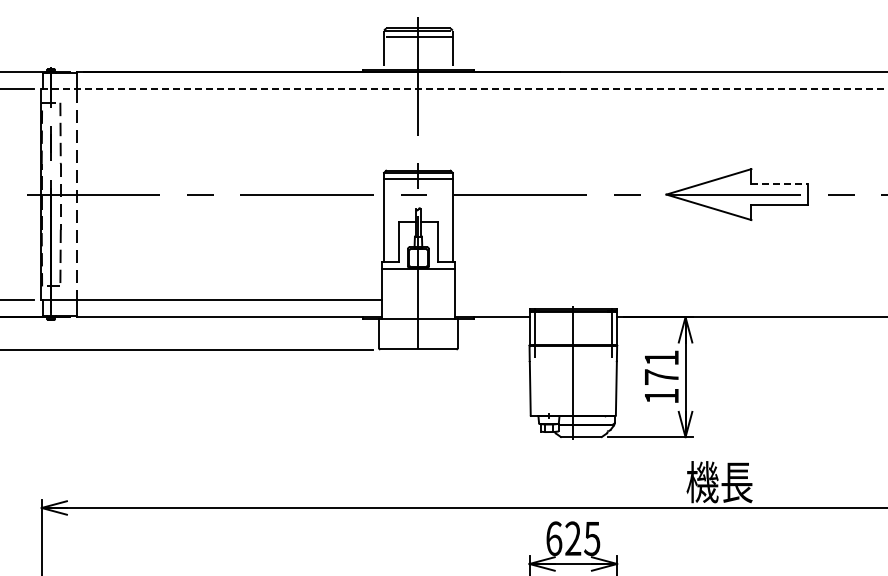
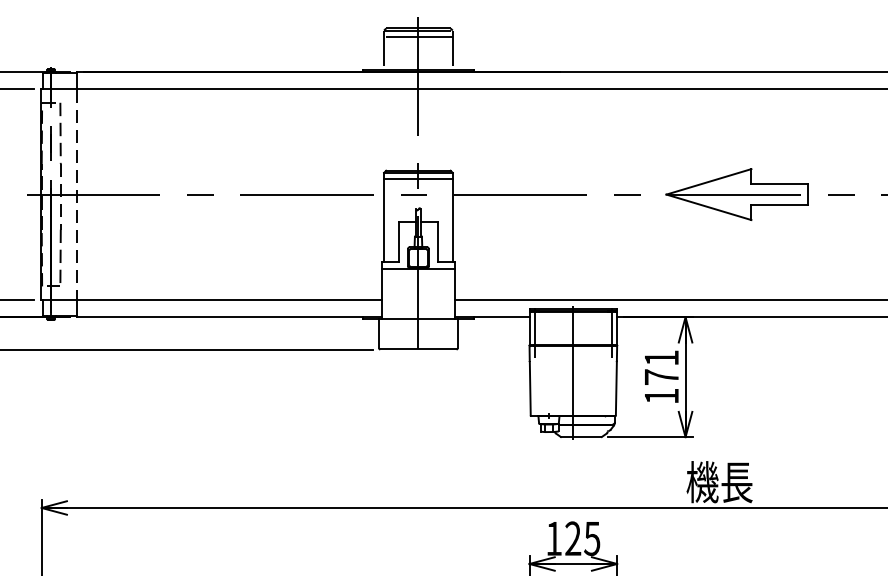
line at (464, 89): dashed -> solid
line at (780, 184): dashed -> solid
line at (669, 299): none -> present
text at (554, 538): 625 -> 125
